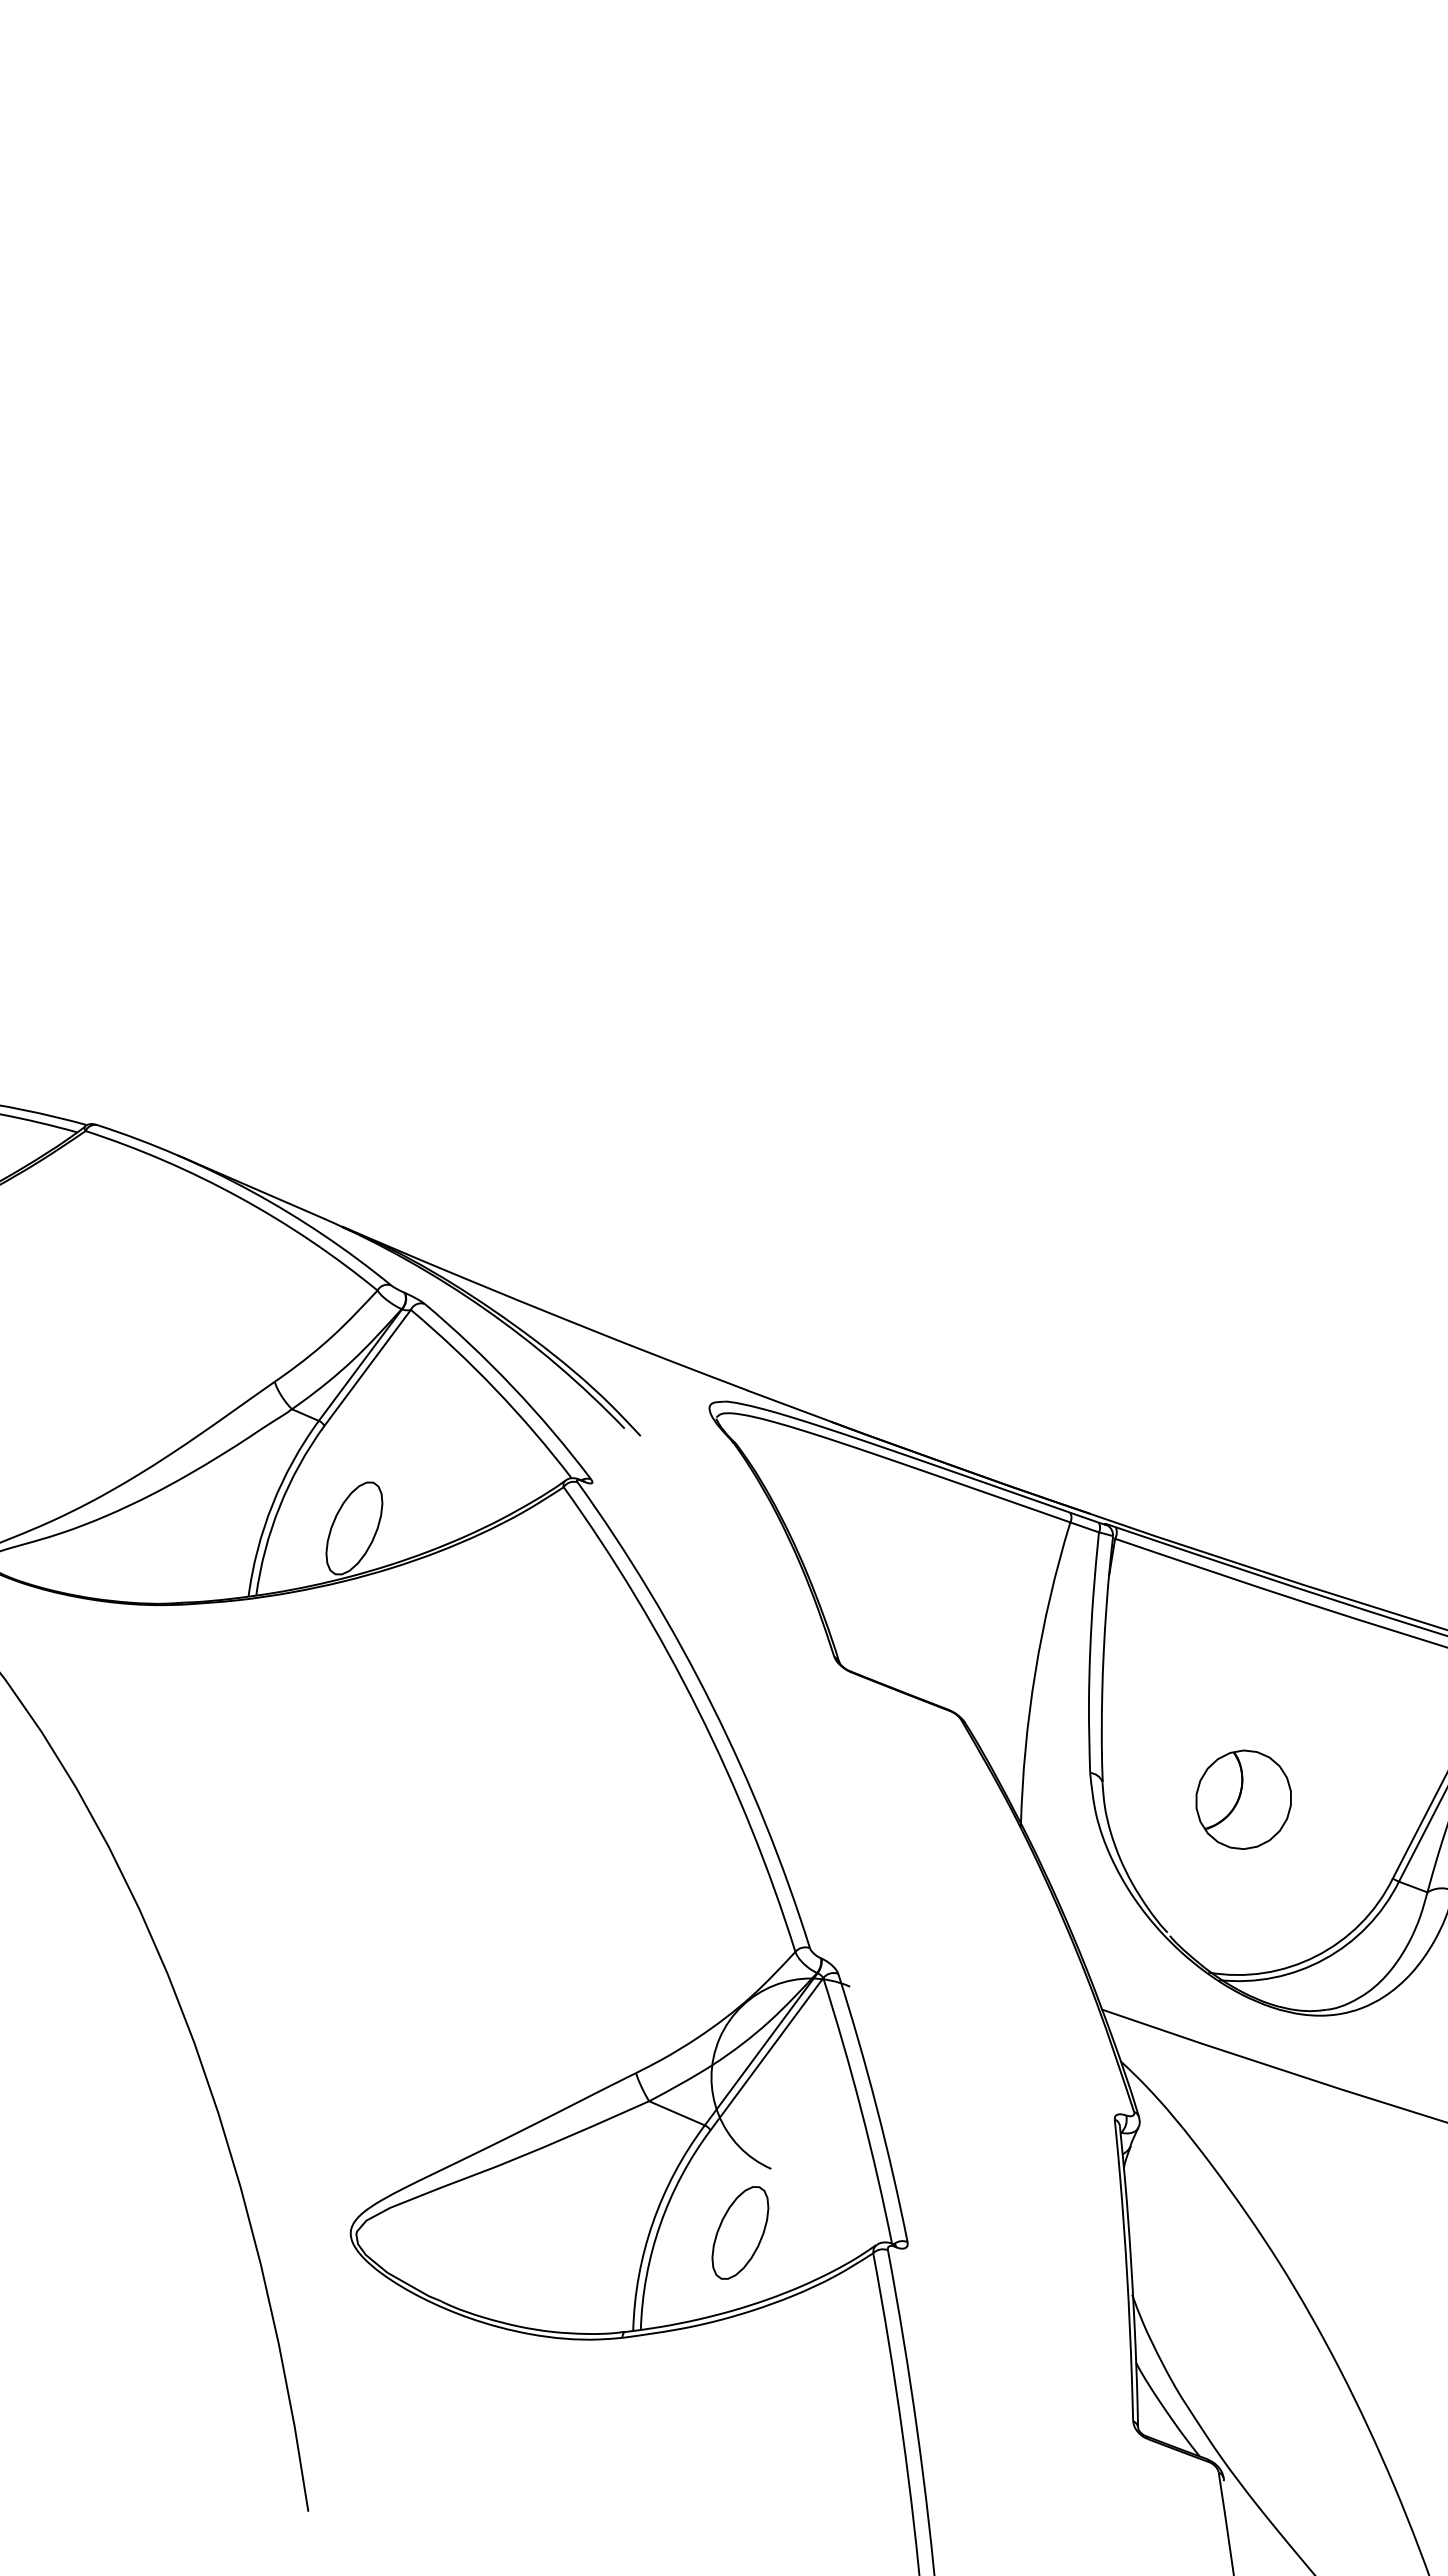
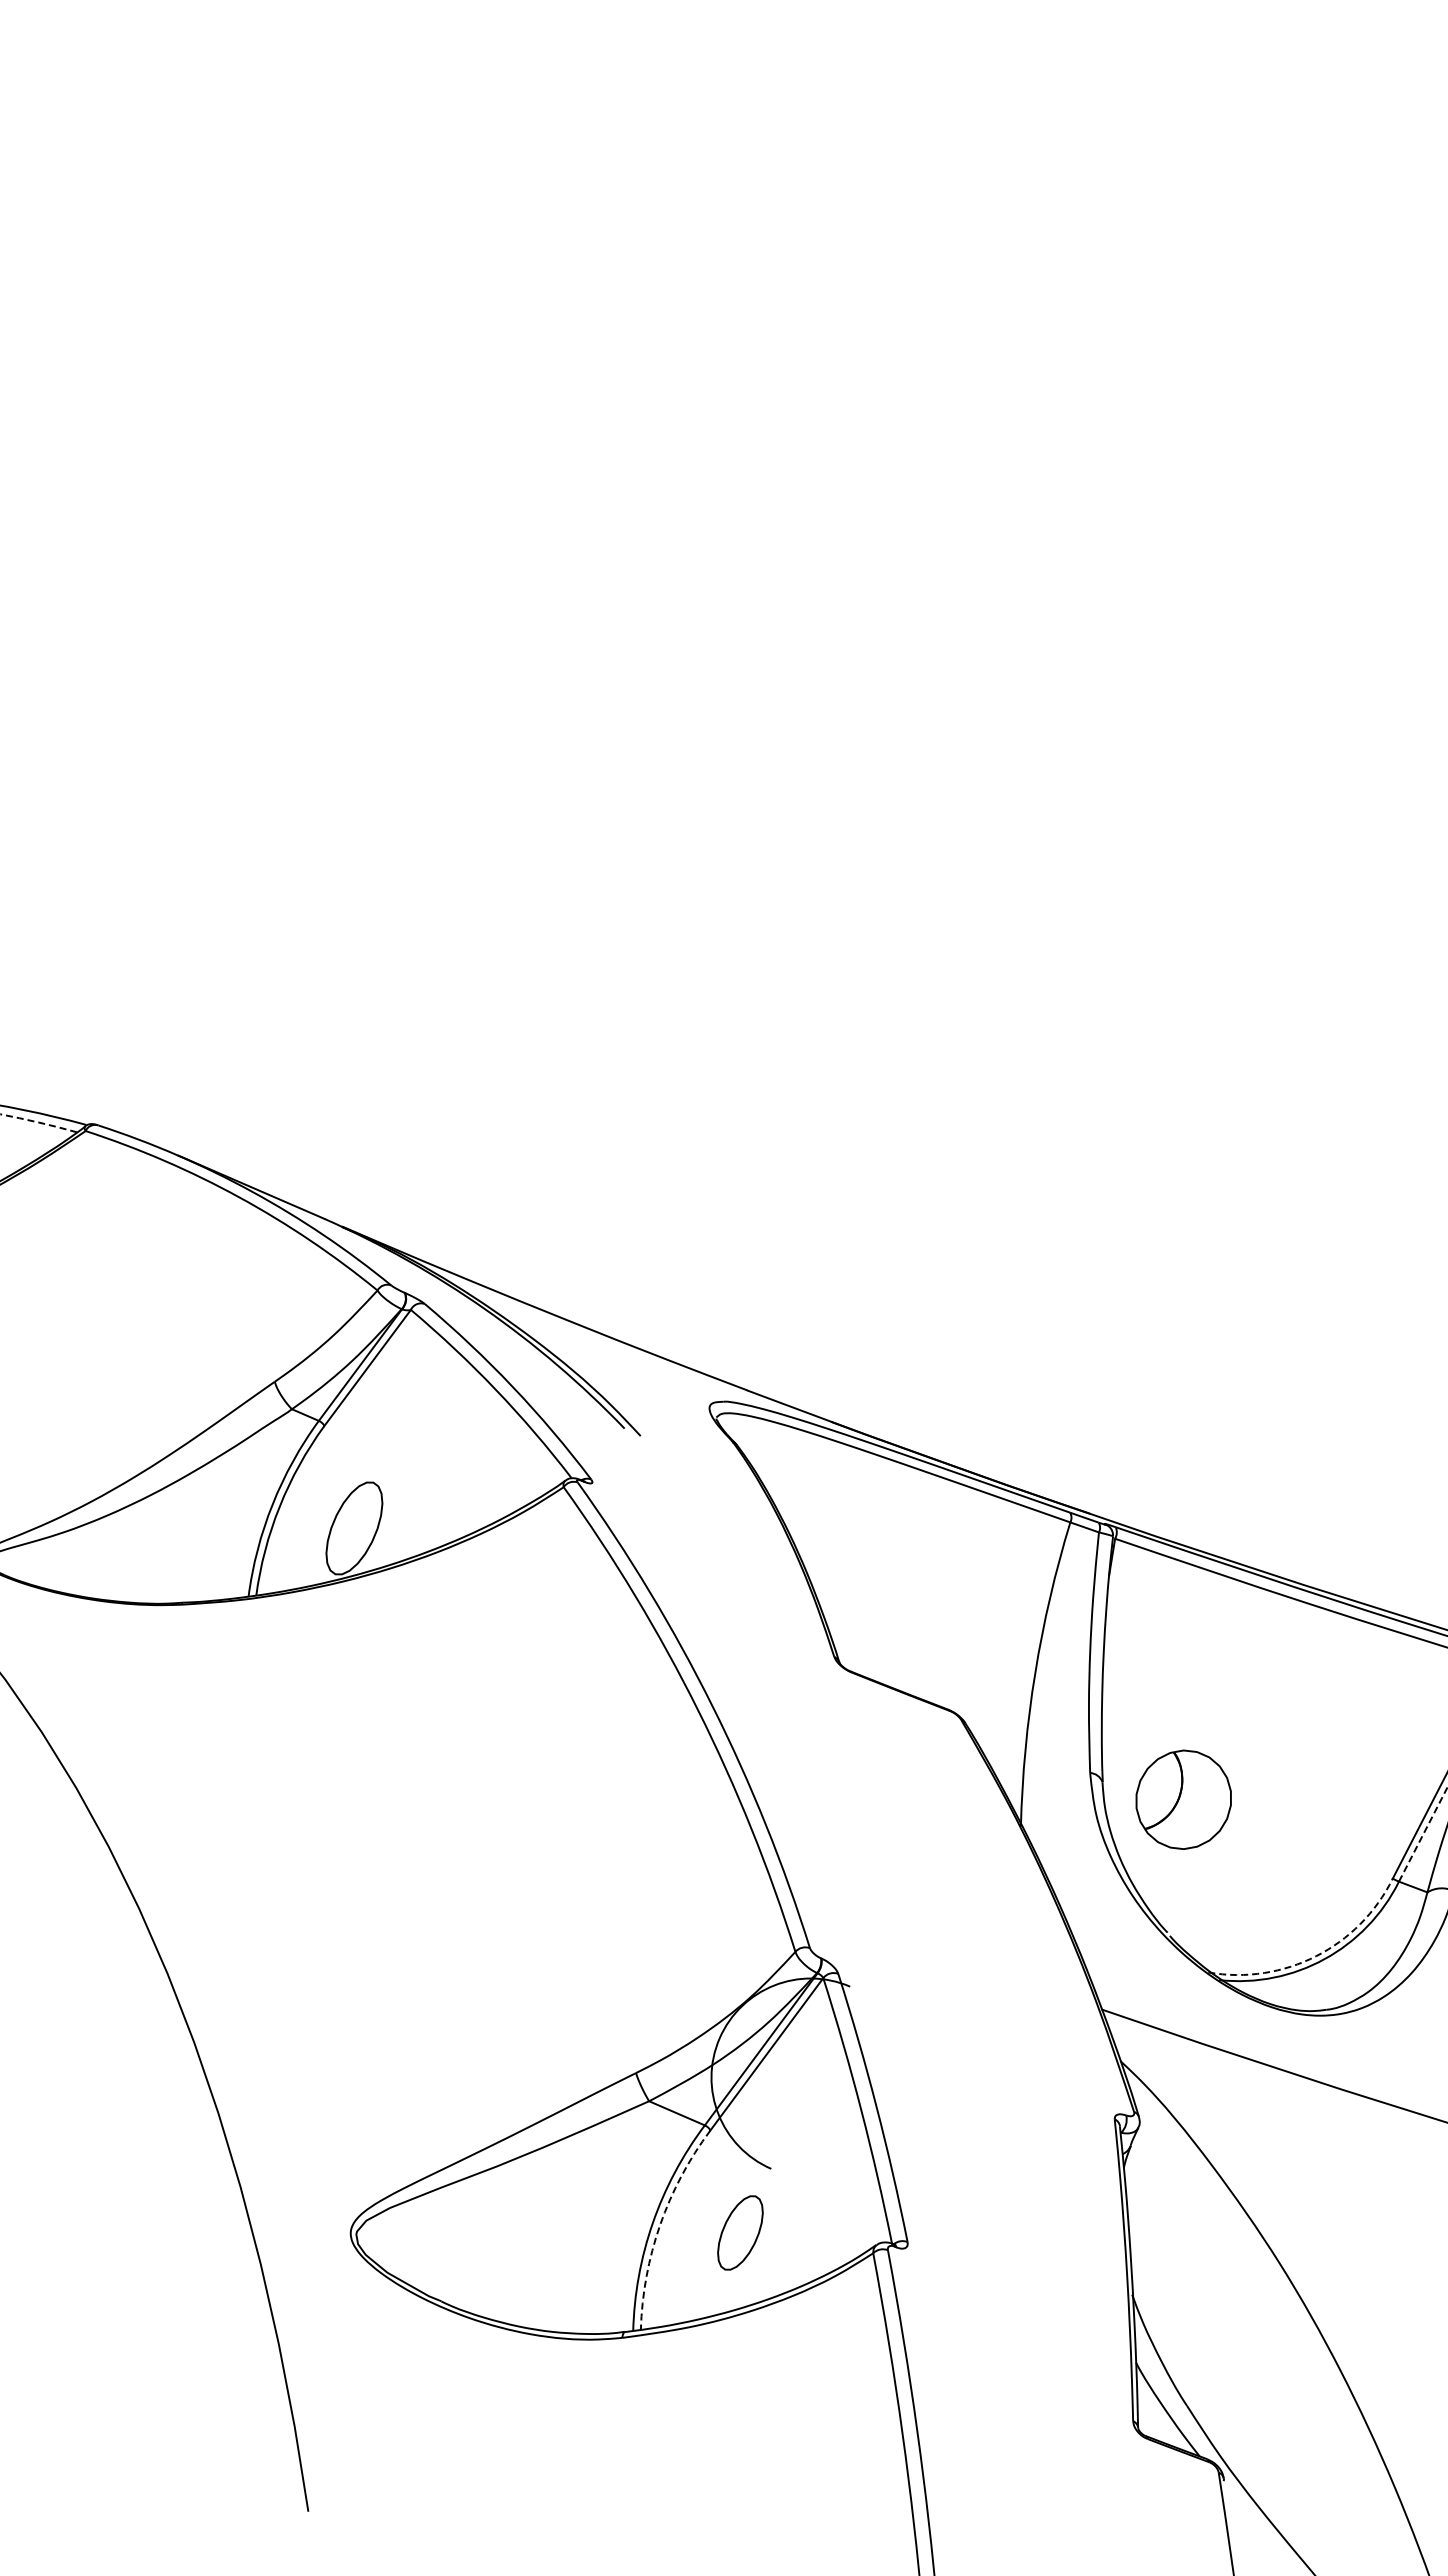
arc at (38, 1122): solid -> dashed
part at (1243, 1799) position: (1243, 1799) -> (1183, 1799)
line at (1423, 1833): solid -> dashed
arc at (1316, 1956): solid -> dashed
arc at (660, 2224): solid -> dashed
part at (740, 2232) size: 59x94 px -> 47x76 px
